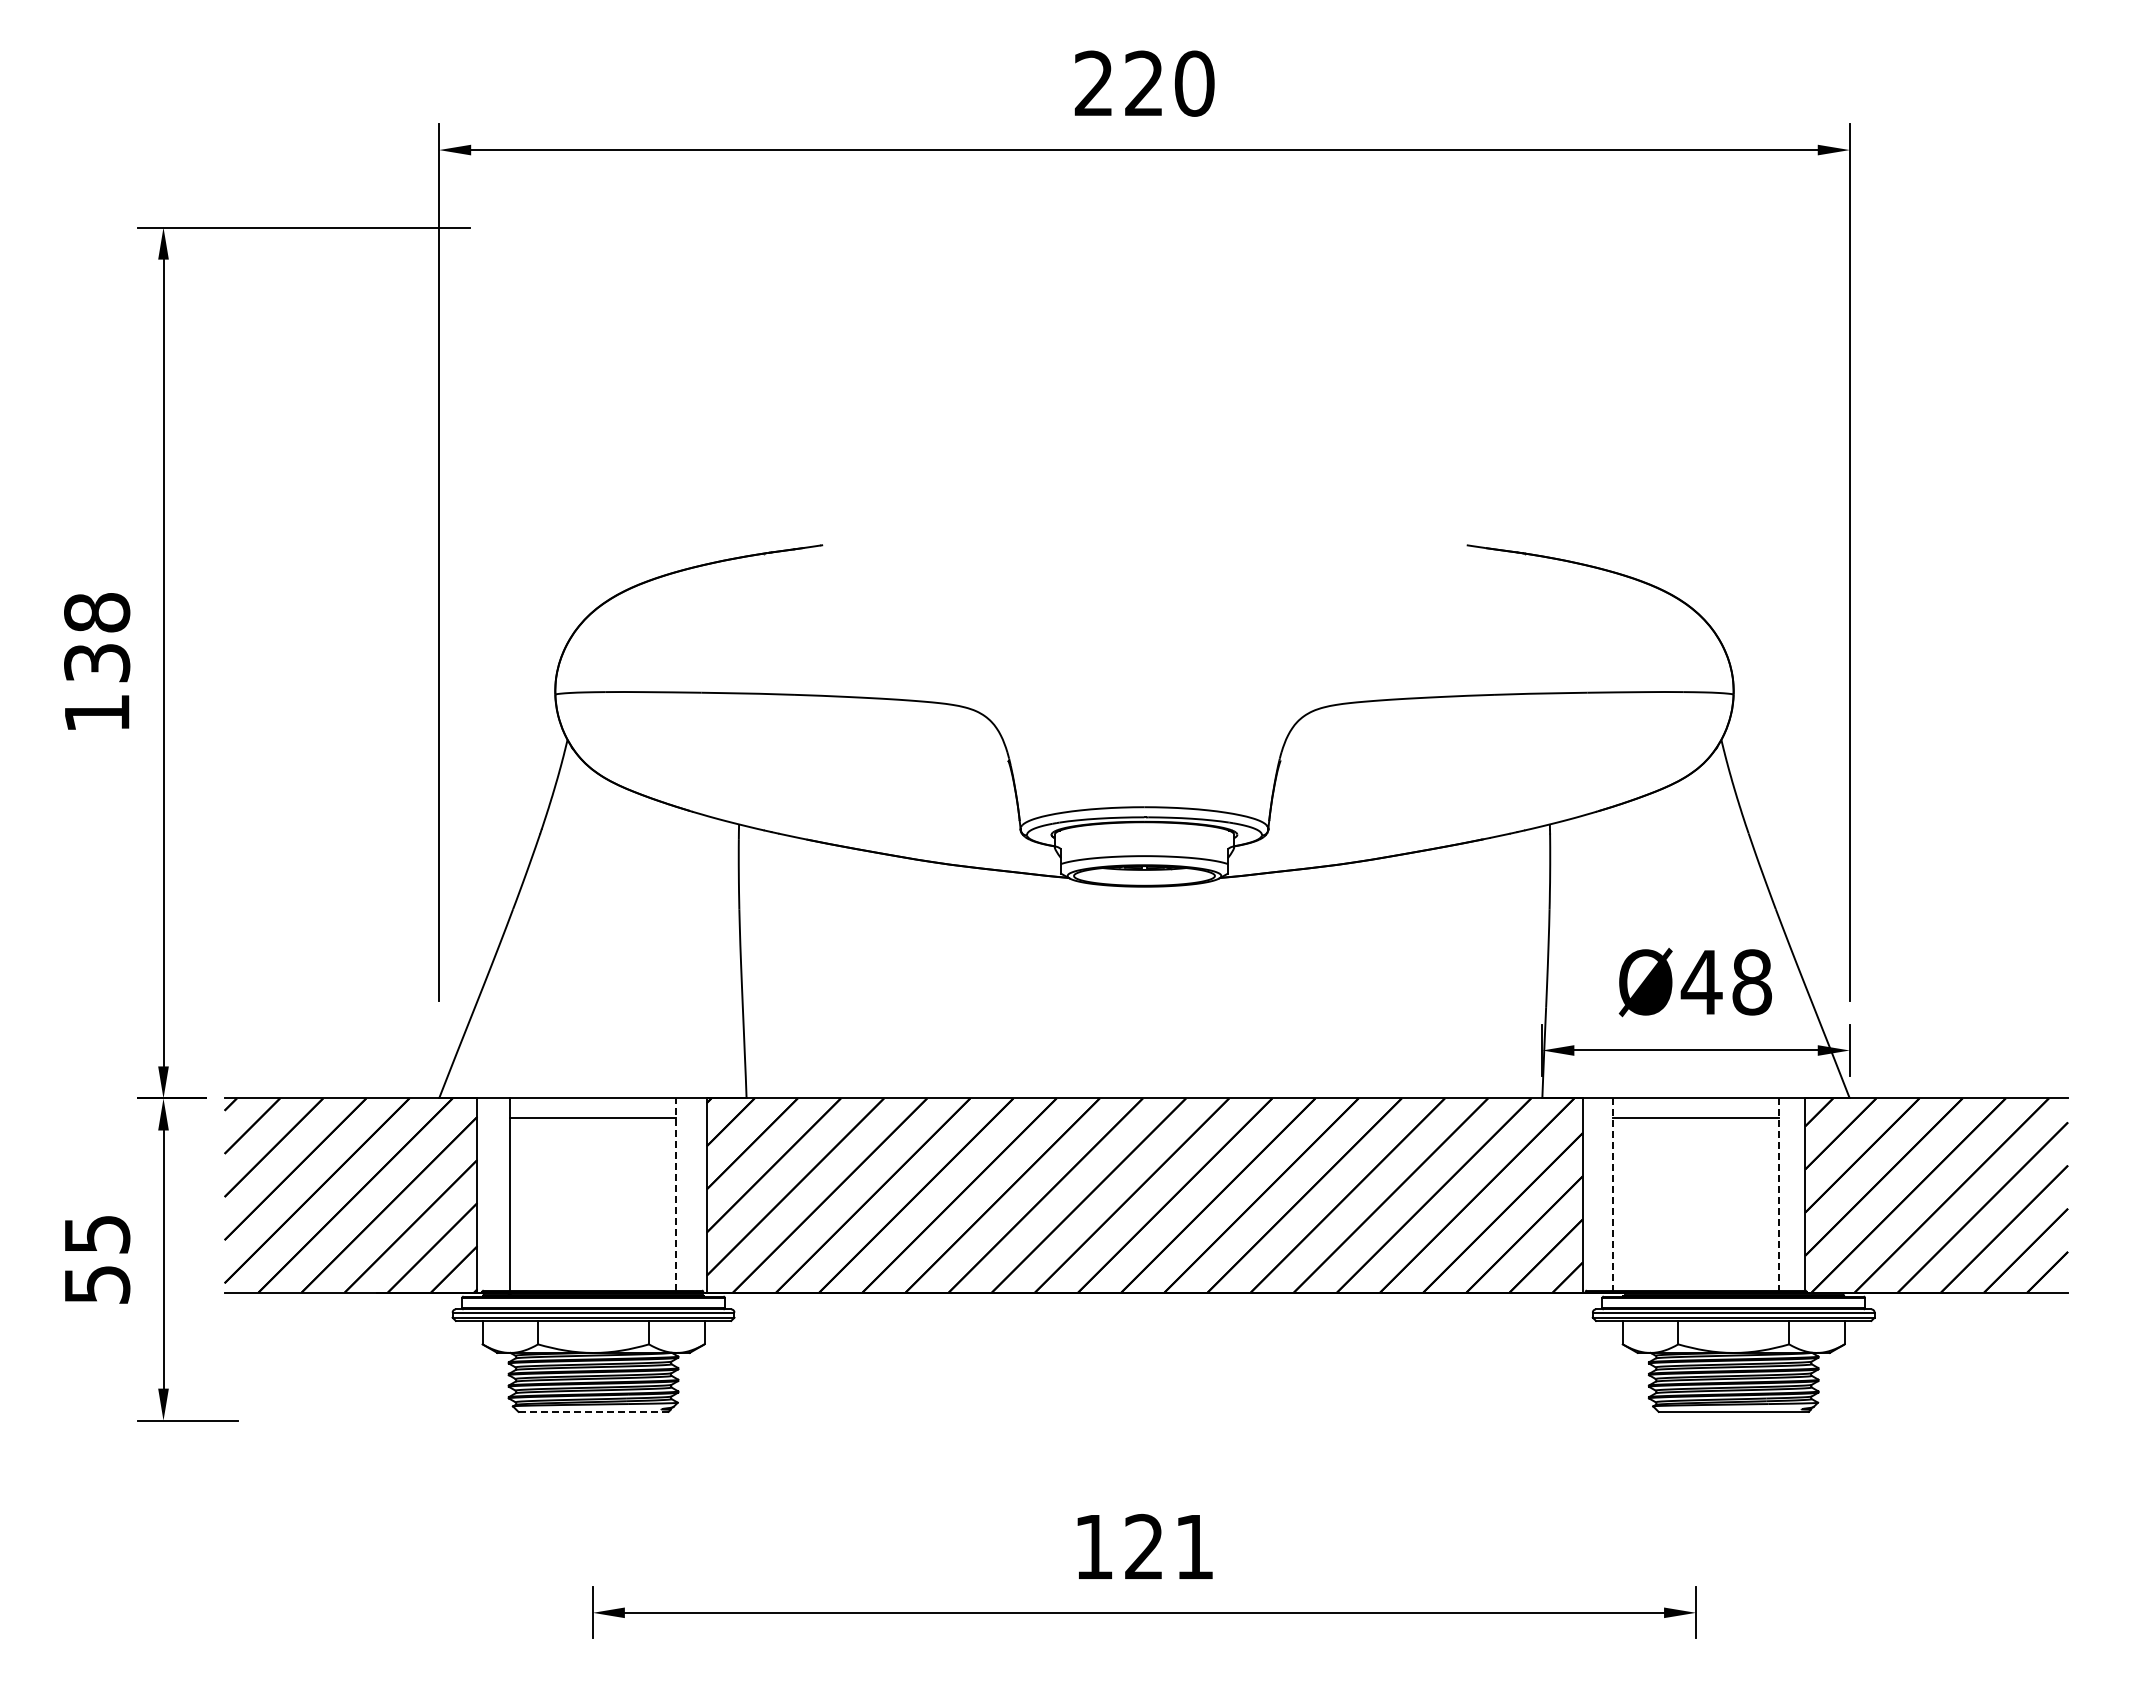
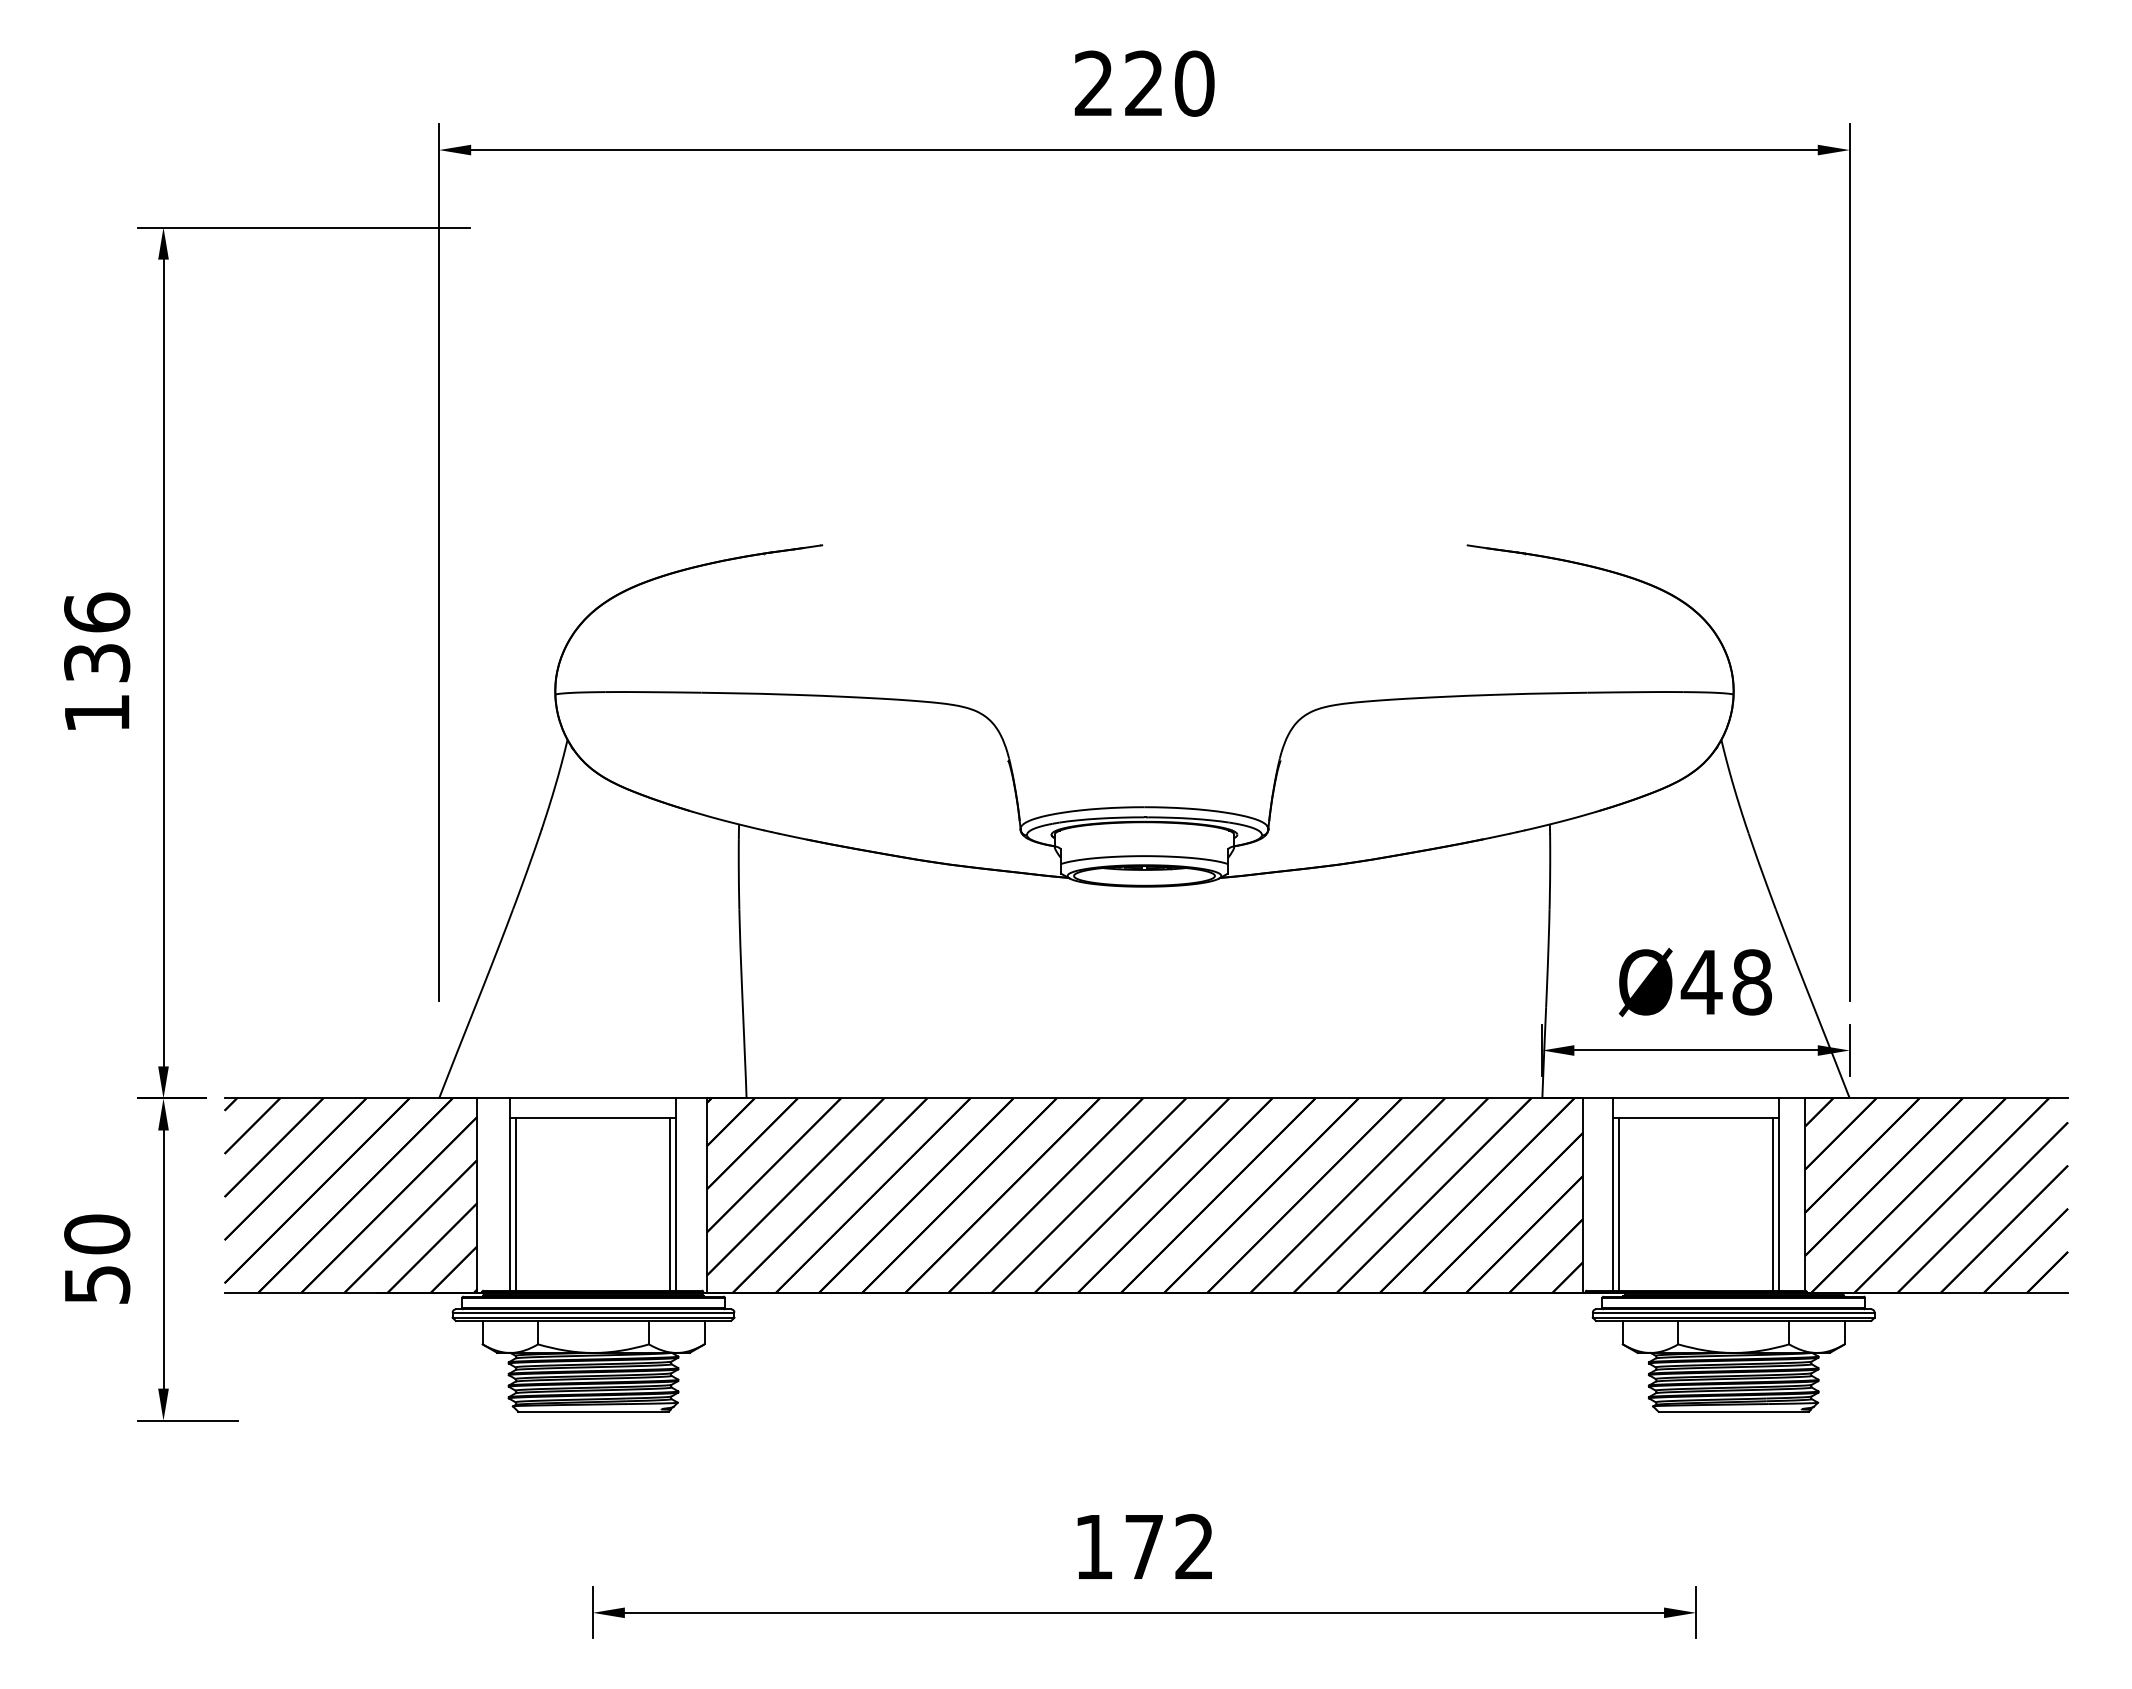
text at (97, 612): 138 -> 136
line at (676, 1194): dashed -> solid
line at (1612, 1195): dashed -> solid
line at (1779, 1195): dashed -> solid
line at (515, 1203): none -> present
line at (669, 1203): none -> present
line at (1619, 1203): none -> present
line at (1772, 1203): none -> present
text at (97, 1234): 55 -> 50
line at (593, 1411): dashed -> solid
text at (1168, 1545): 121 -> 172
